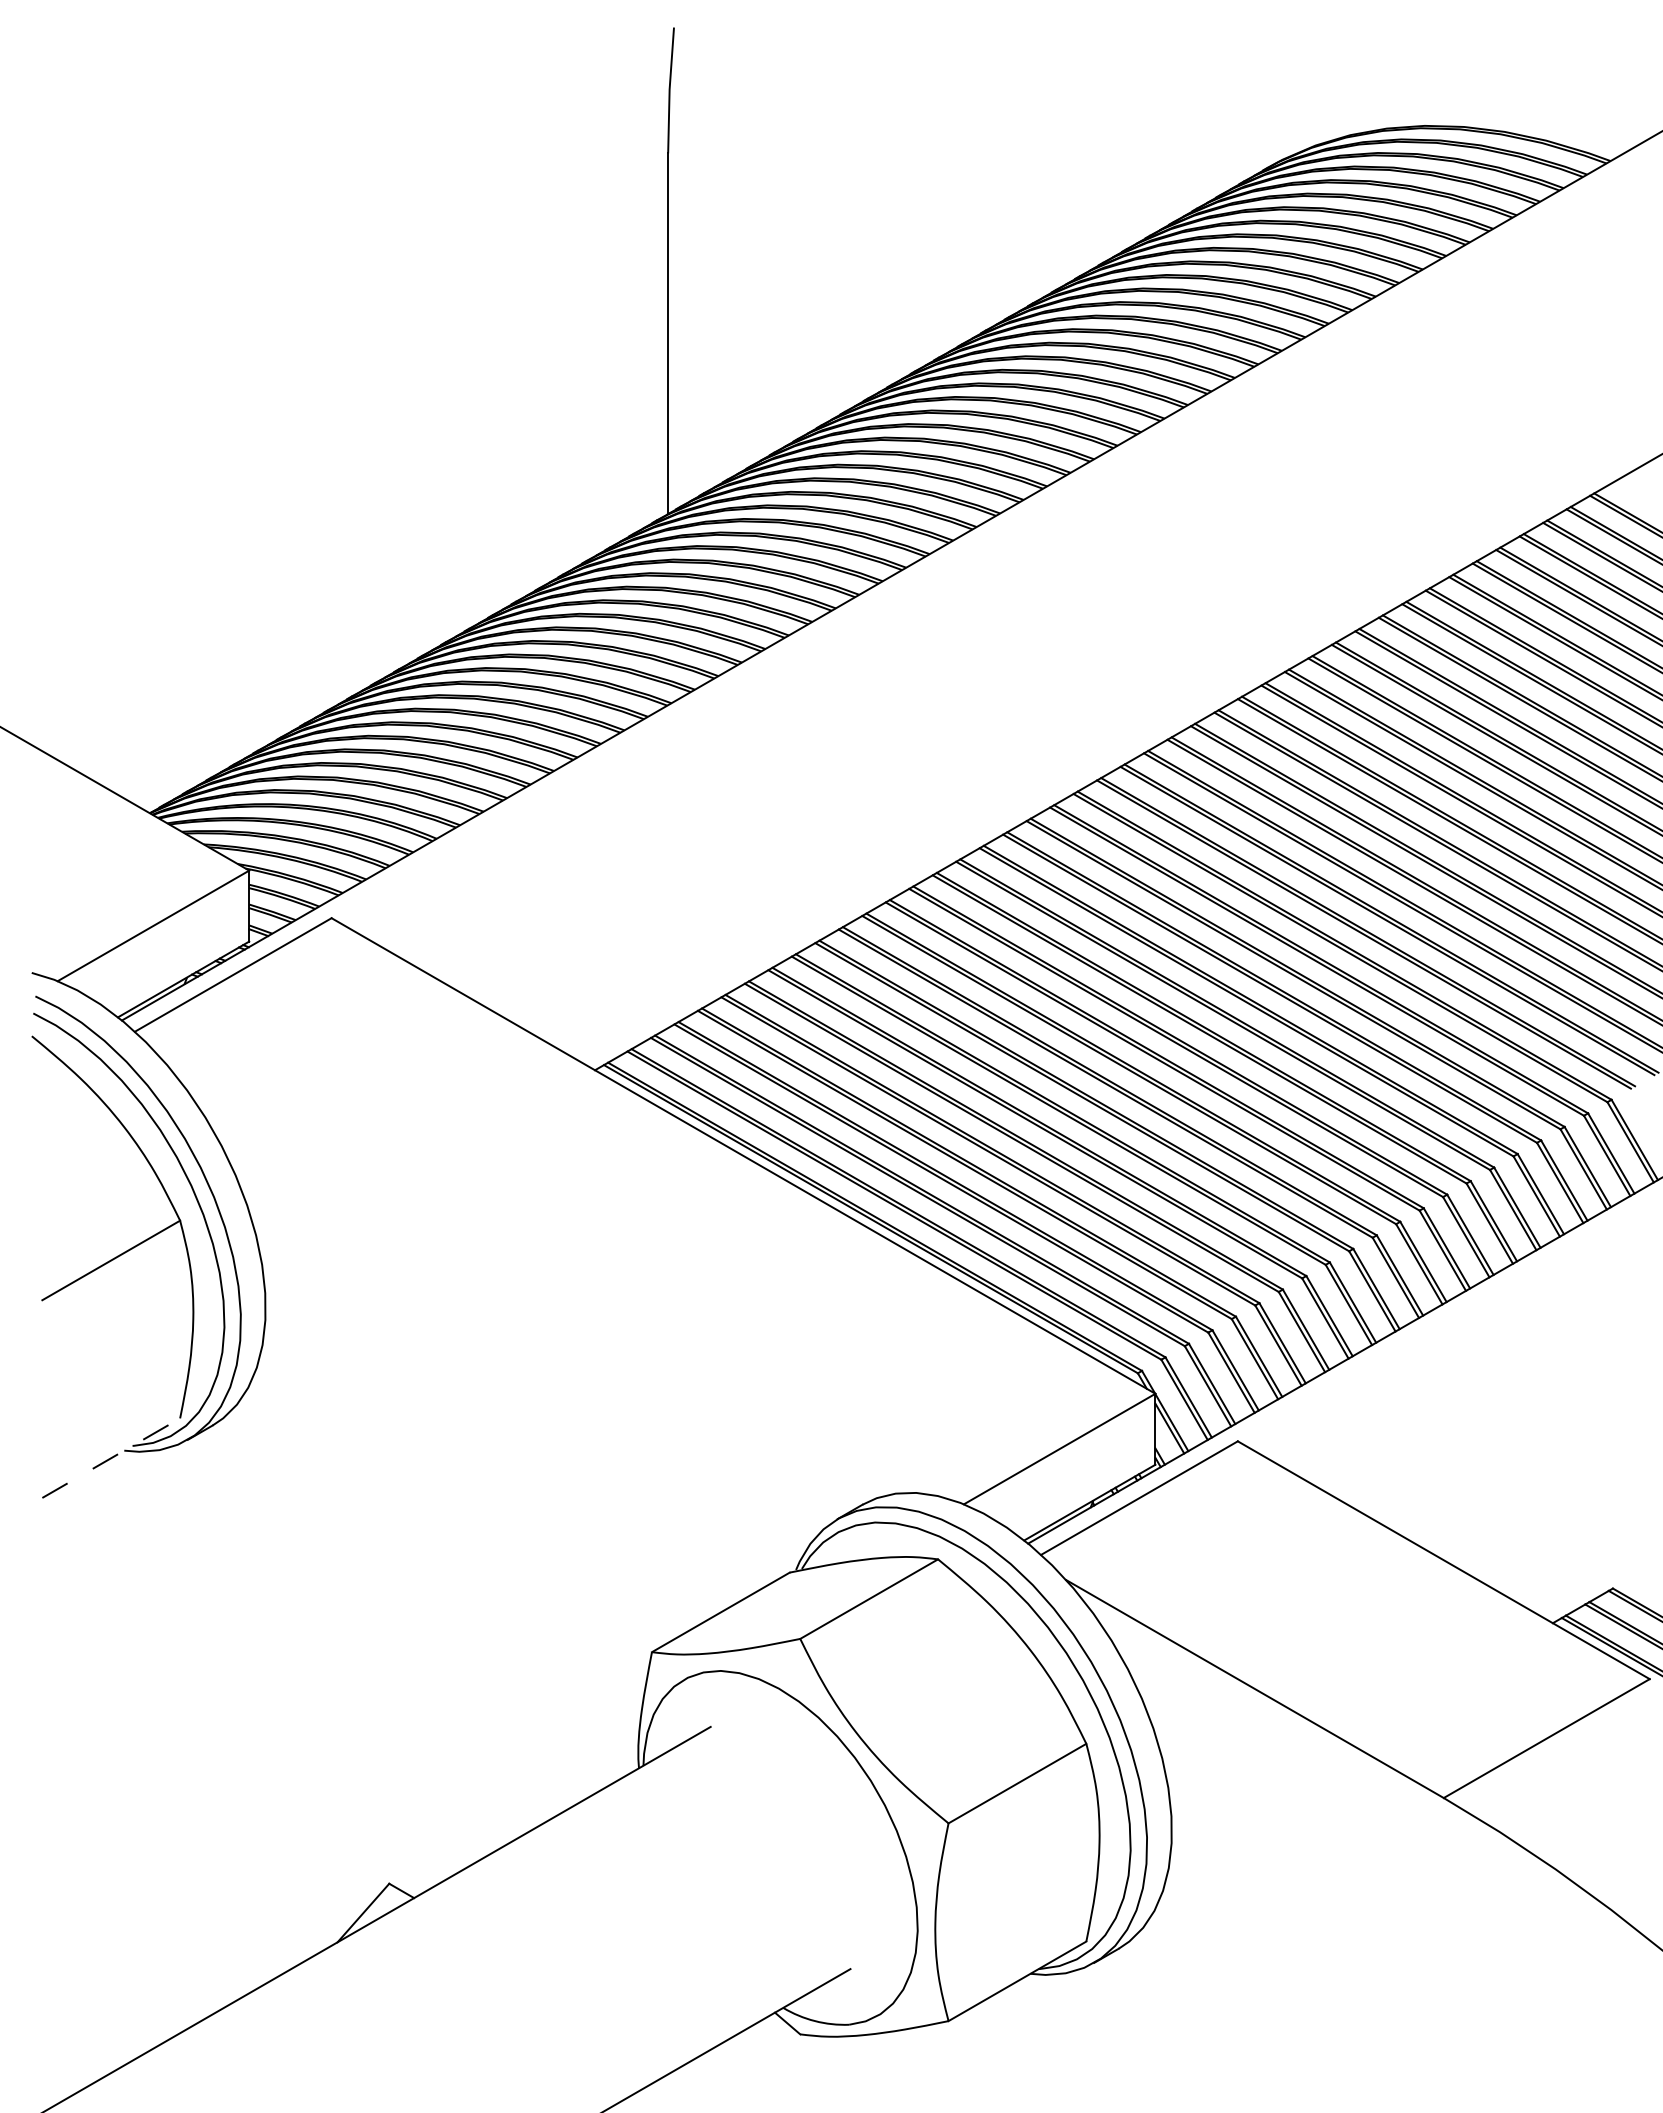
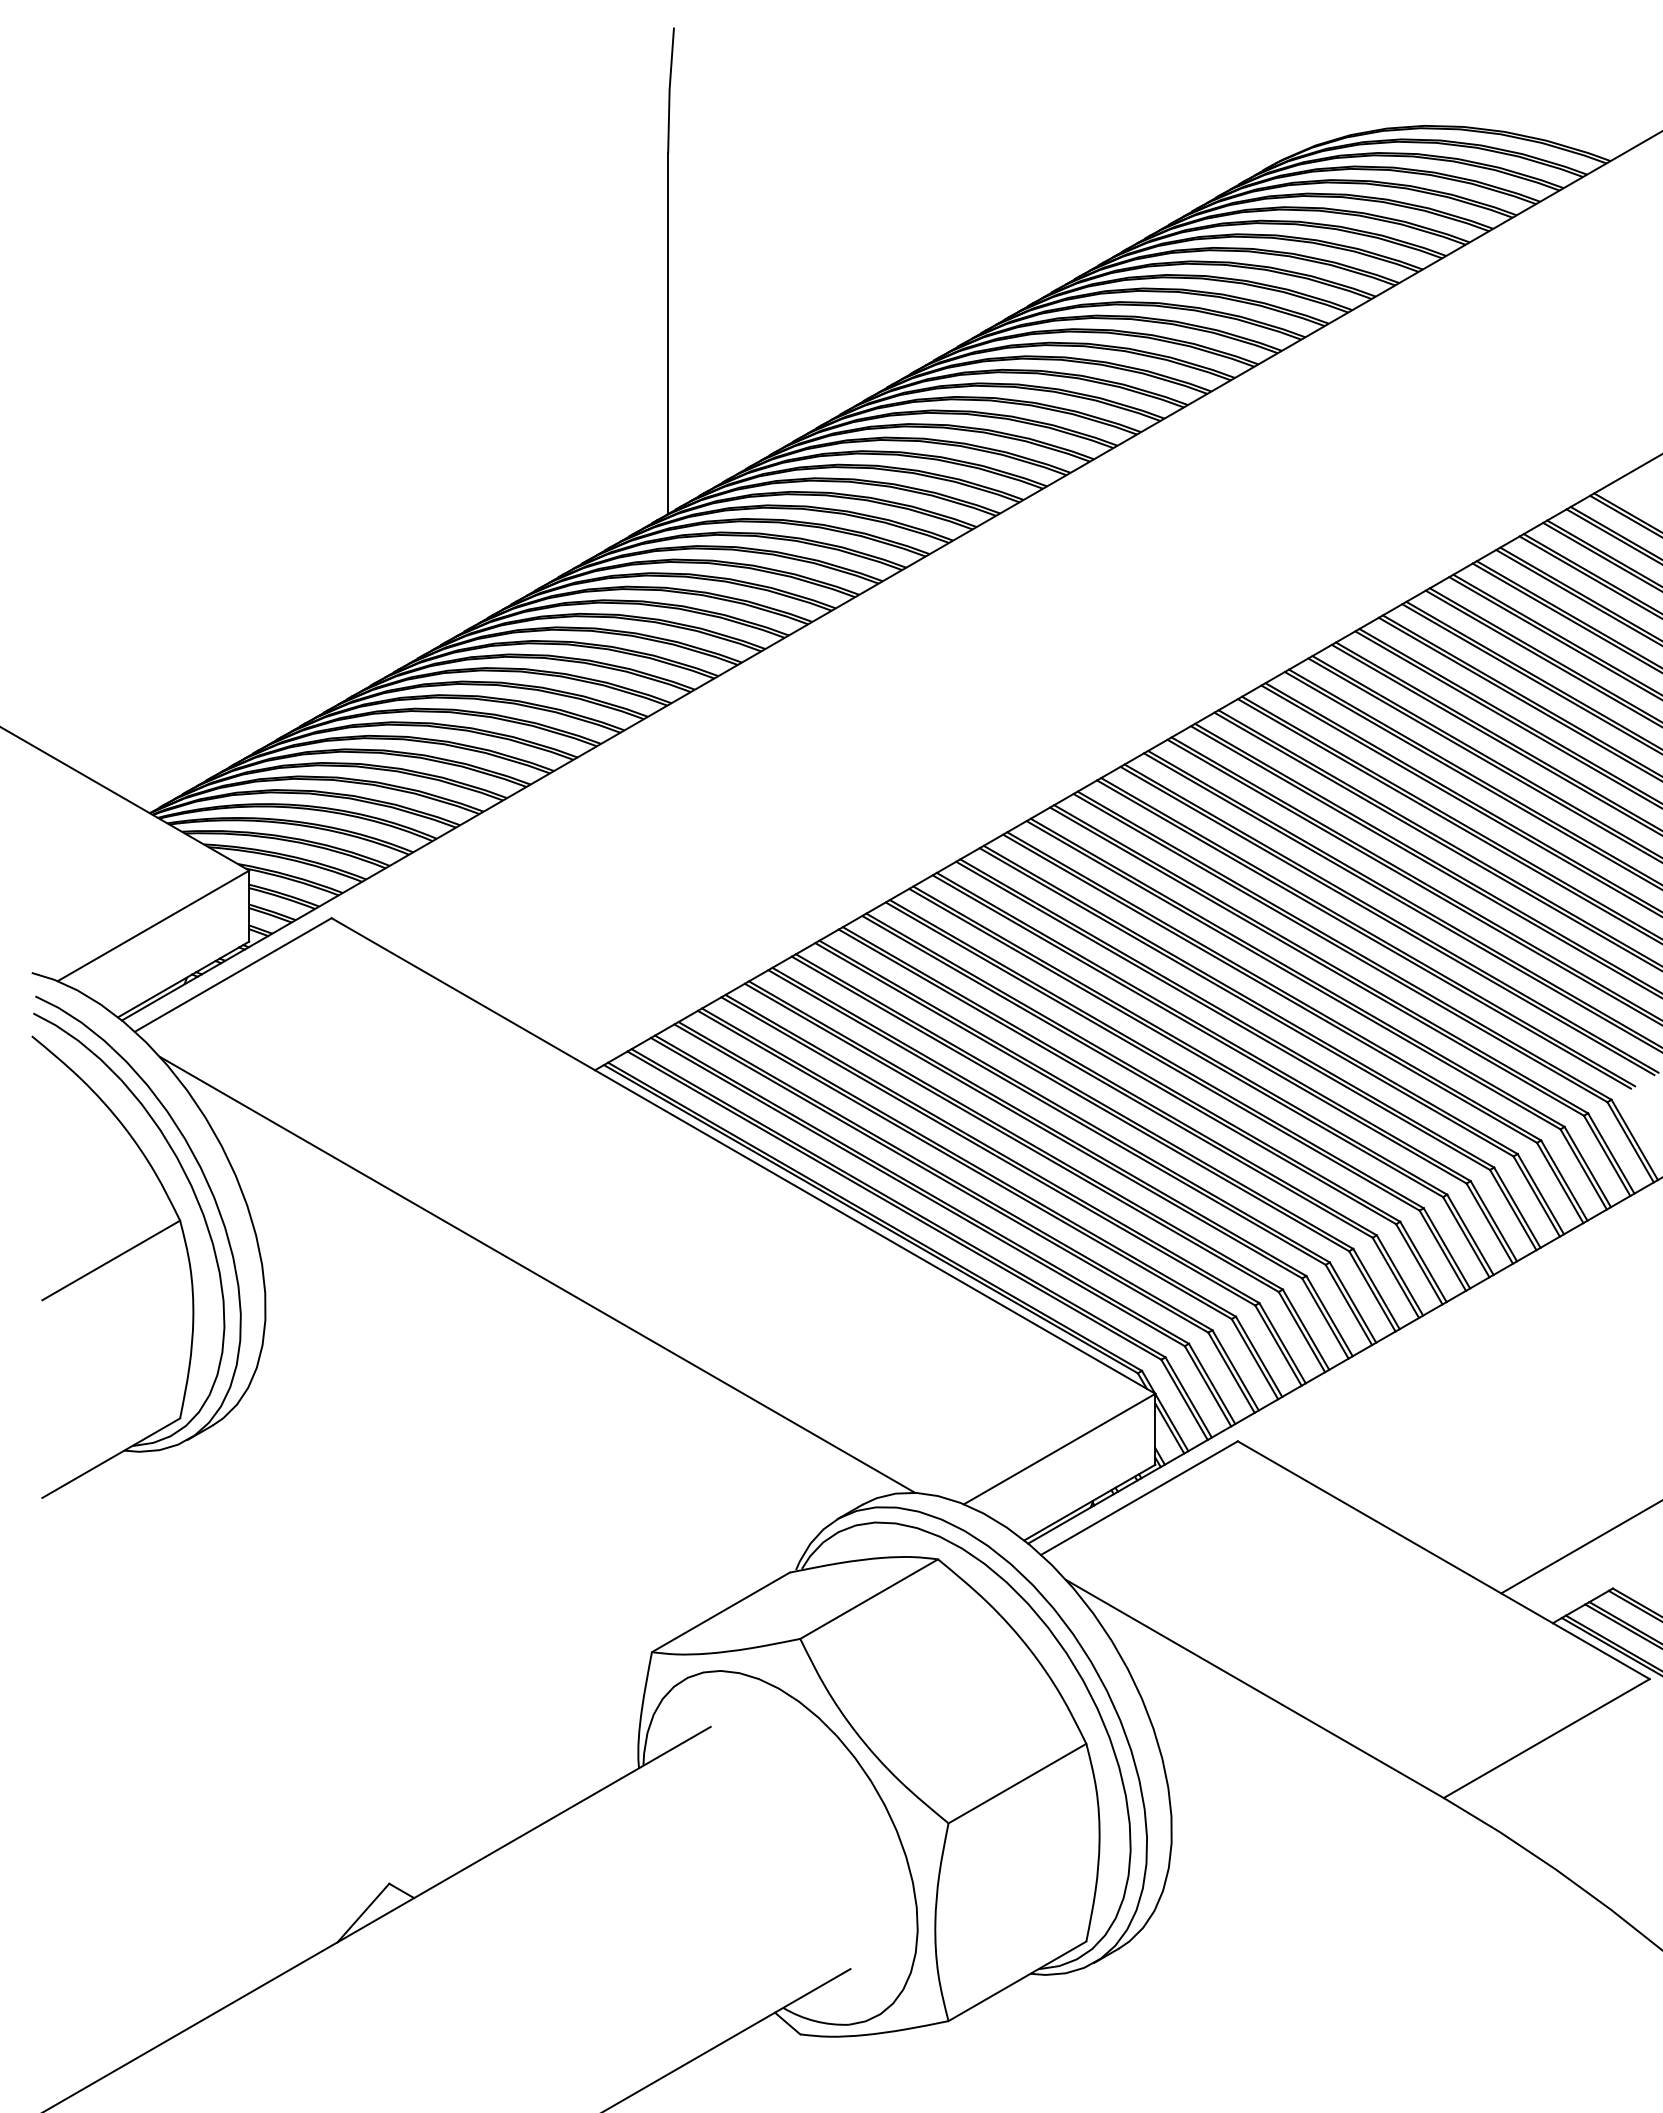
line at (537, 1274): none -> present
line at (111, 1458): dashed -> solid
line at (1580, 1547): none -> present
